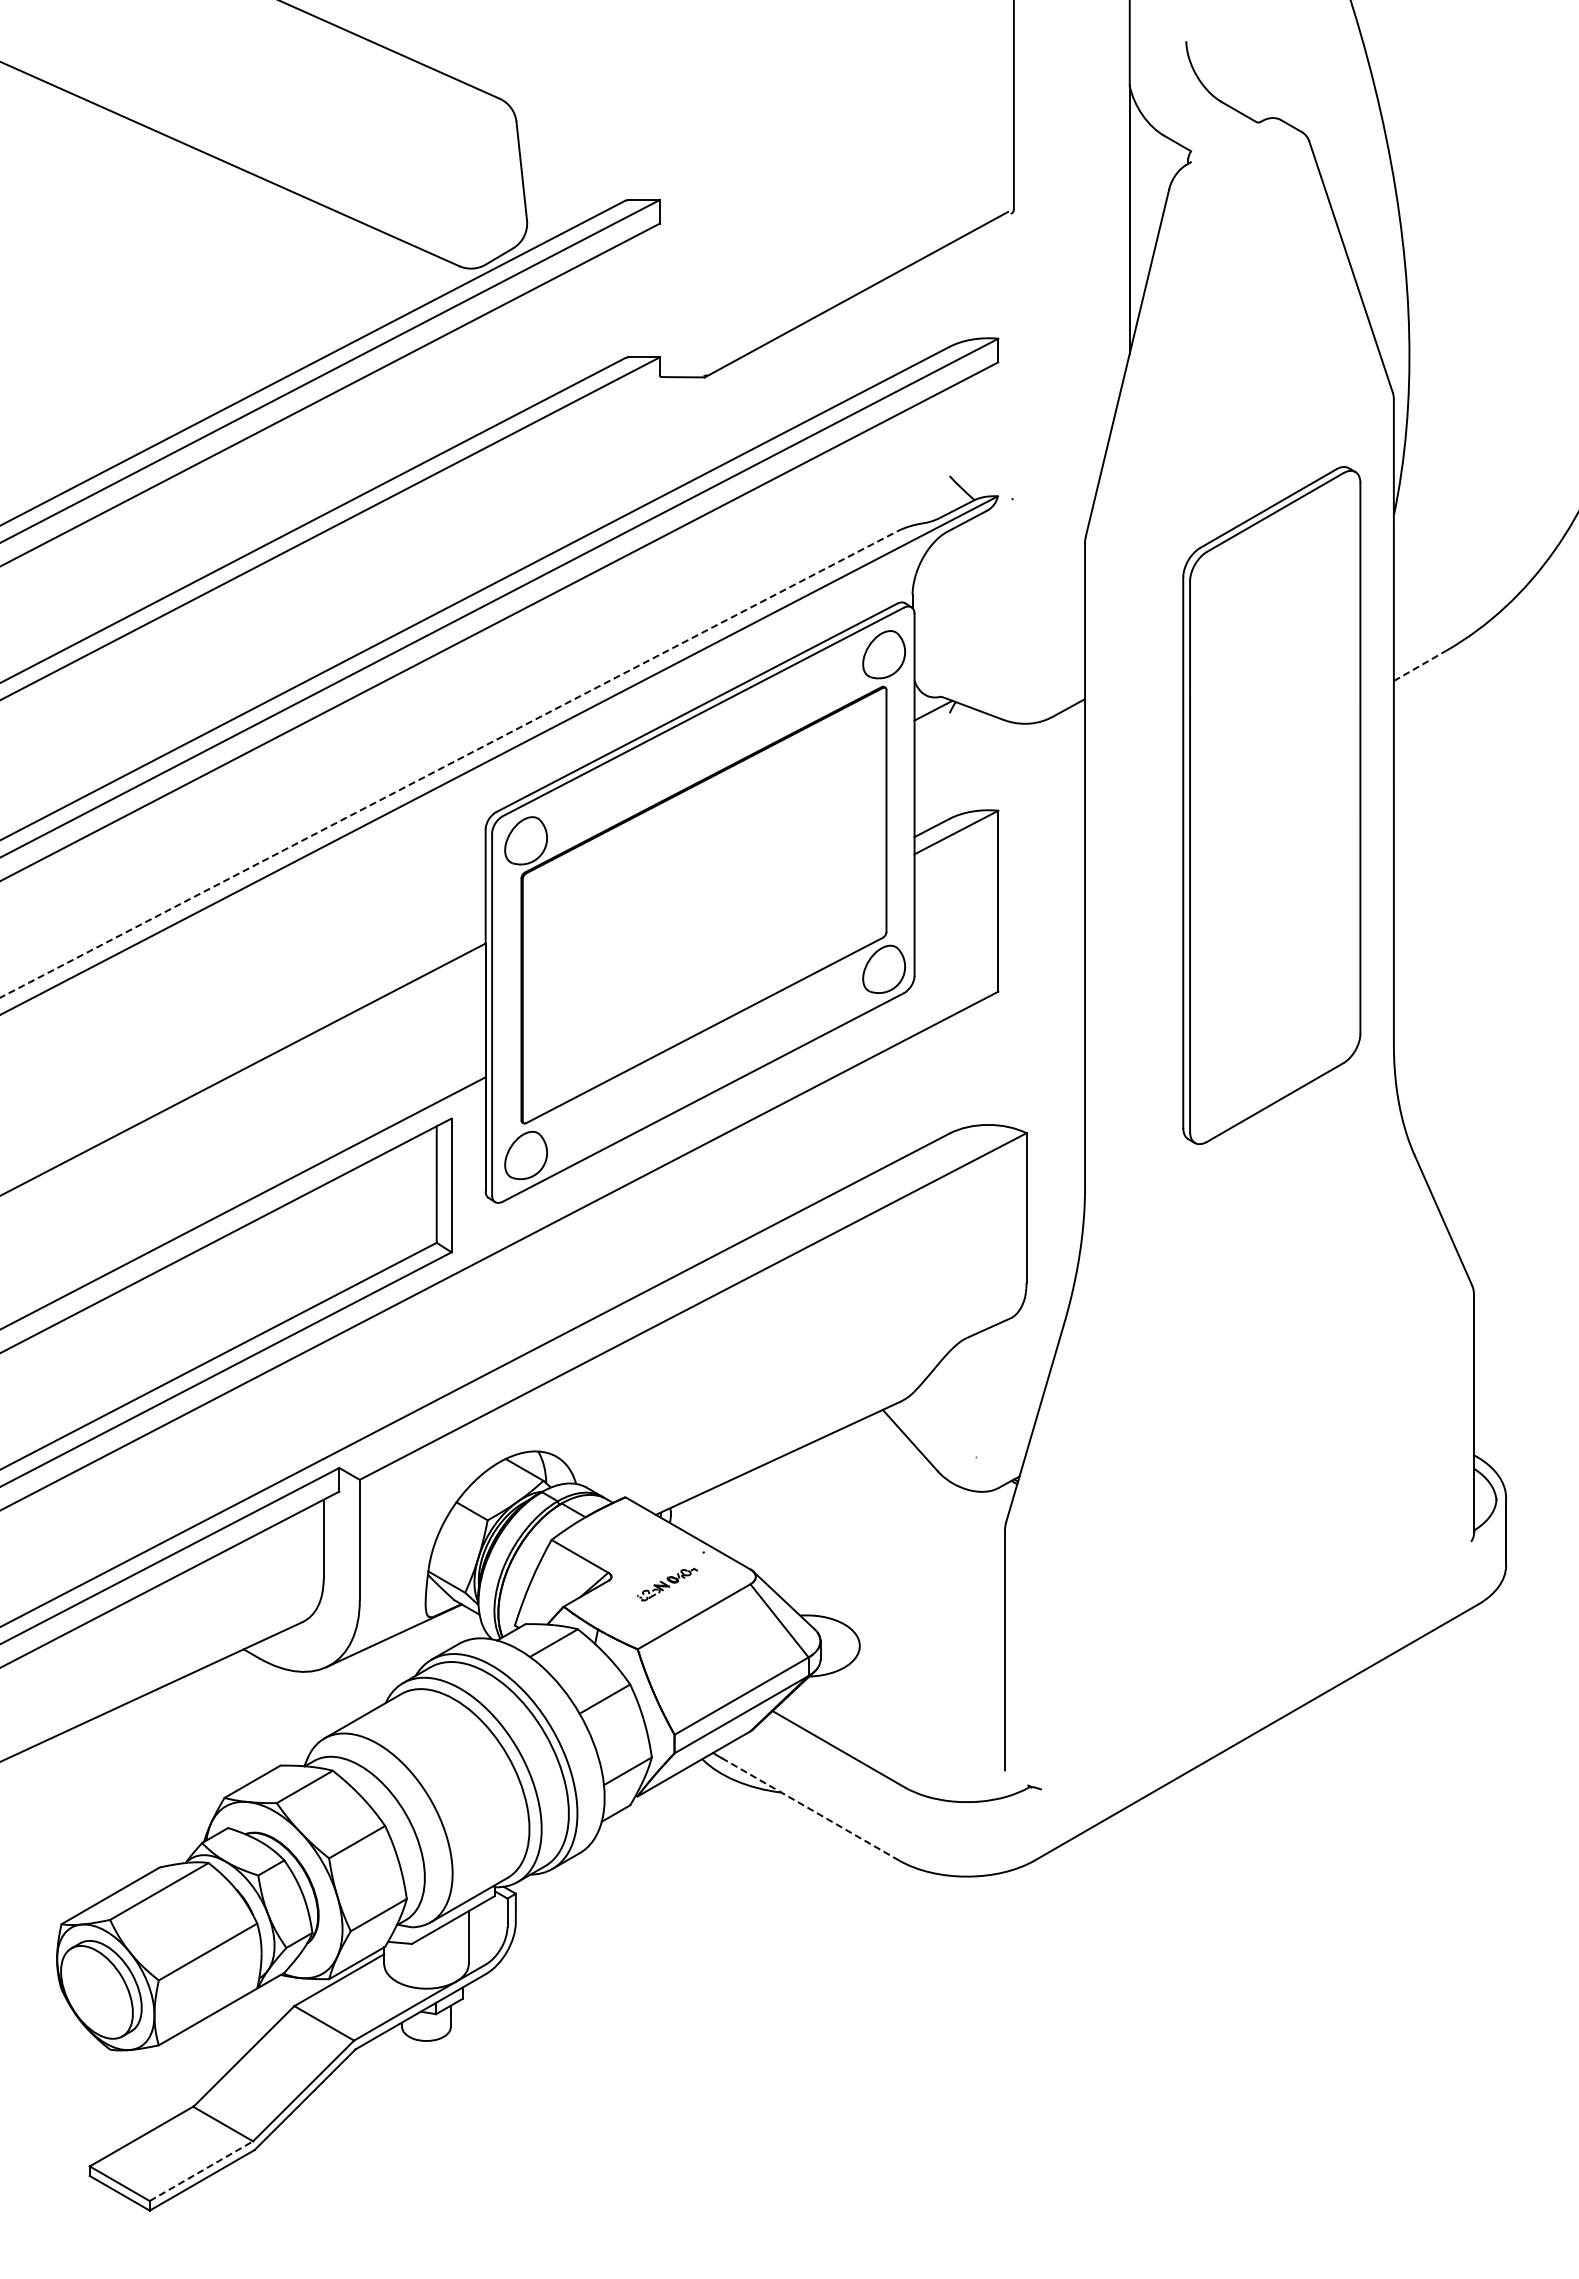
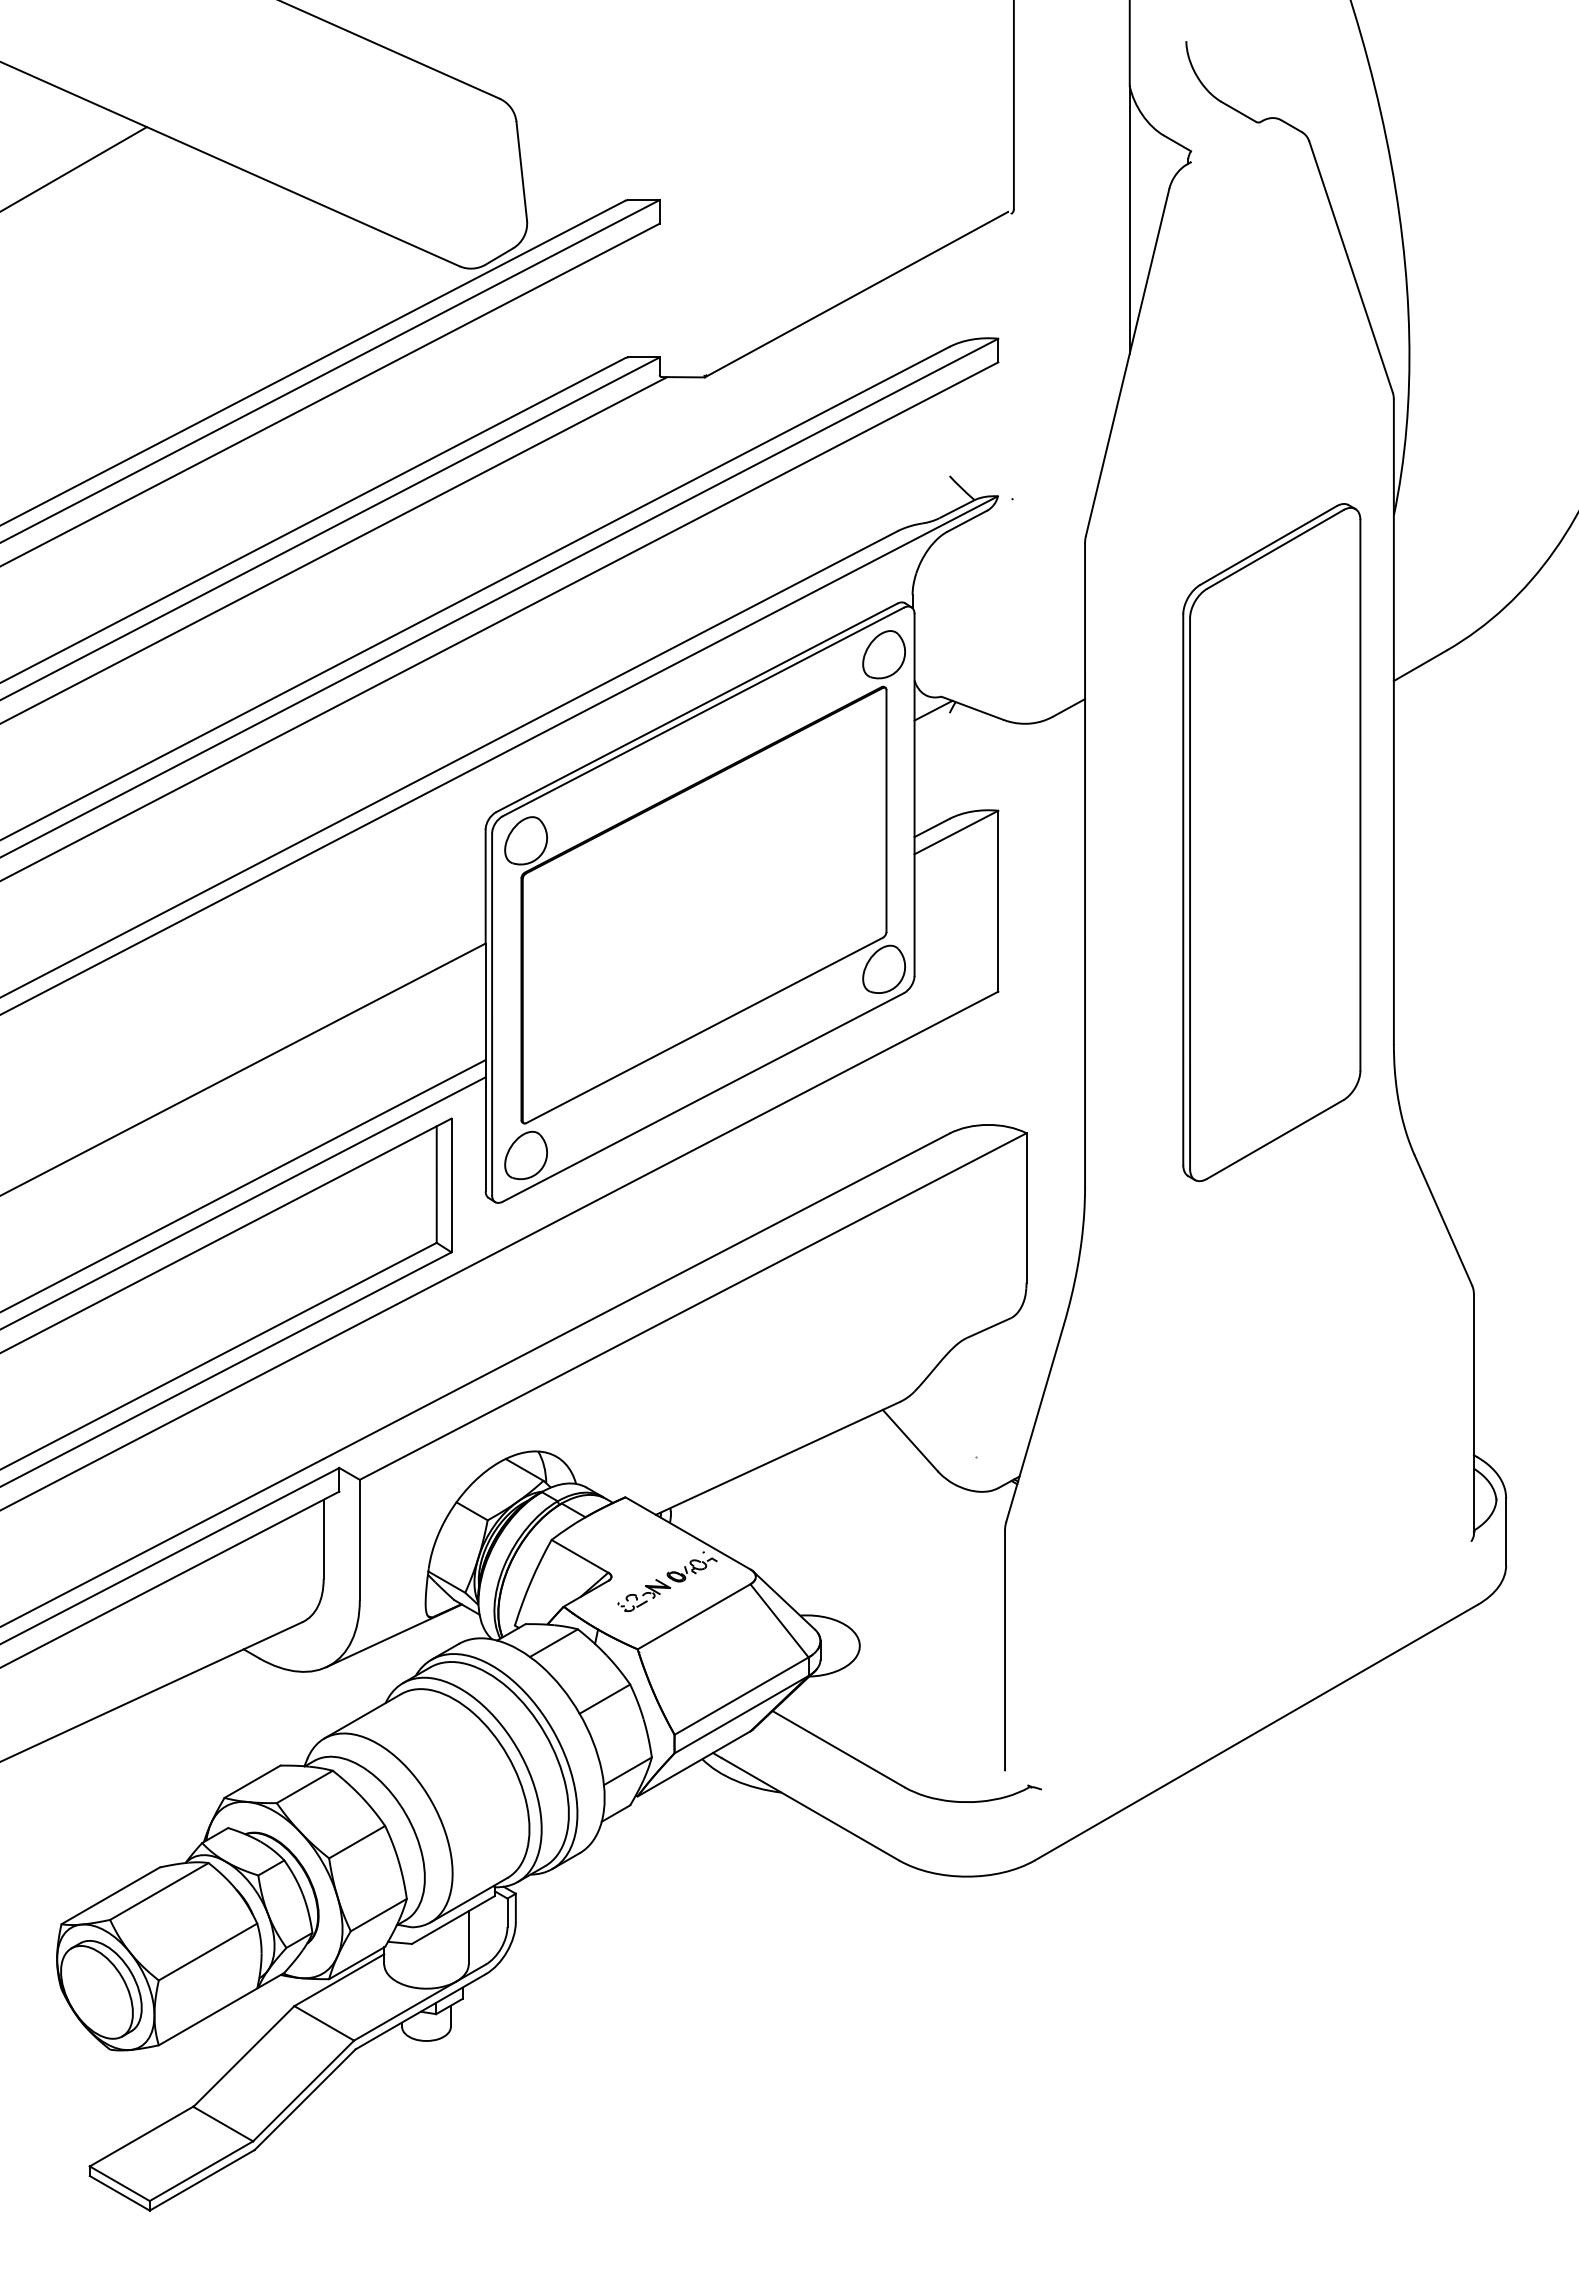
line at (74, 168): none -> present
line at (334, 549): none -> present
line at (1420, 665): dashed -> solid
line at (449, 764): dashed -> solid
part at (1271, 805) position: (1271, 805) -> (1271, 842)
line at (243, 1185): none -> present
part at (667, 1584) size: 61x35 px -> 101x55 px
line at (810, 1809): dashed -> solid
line at (201, 2171): dashed -> solid
